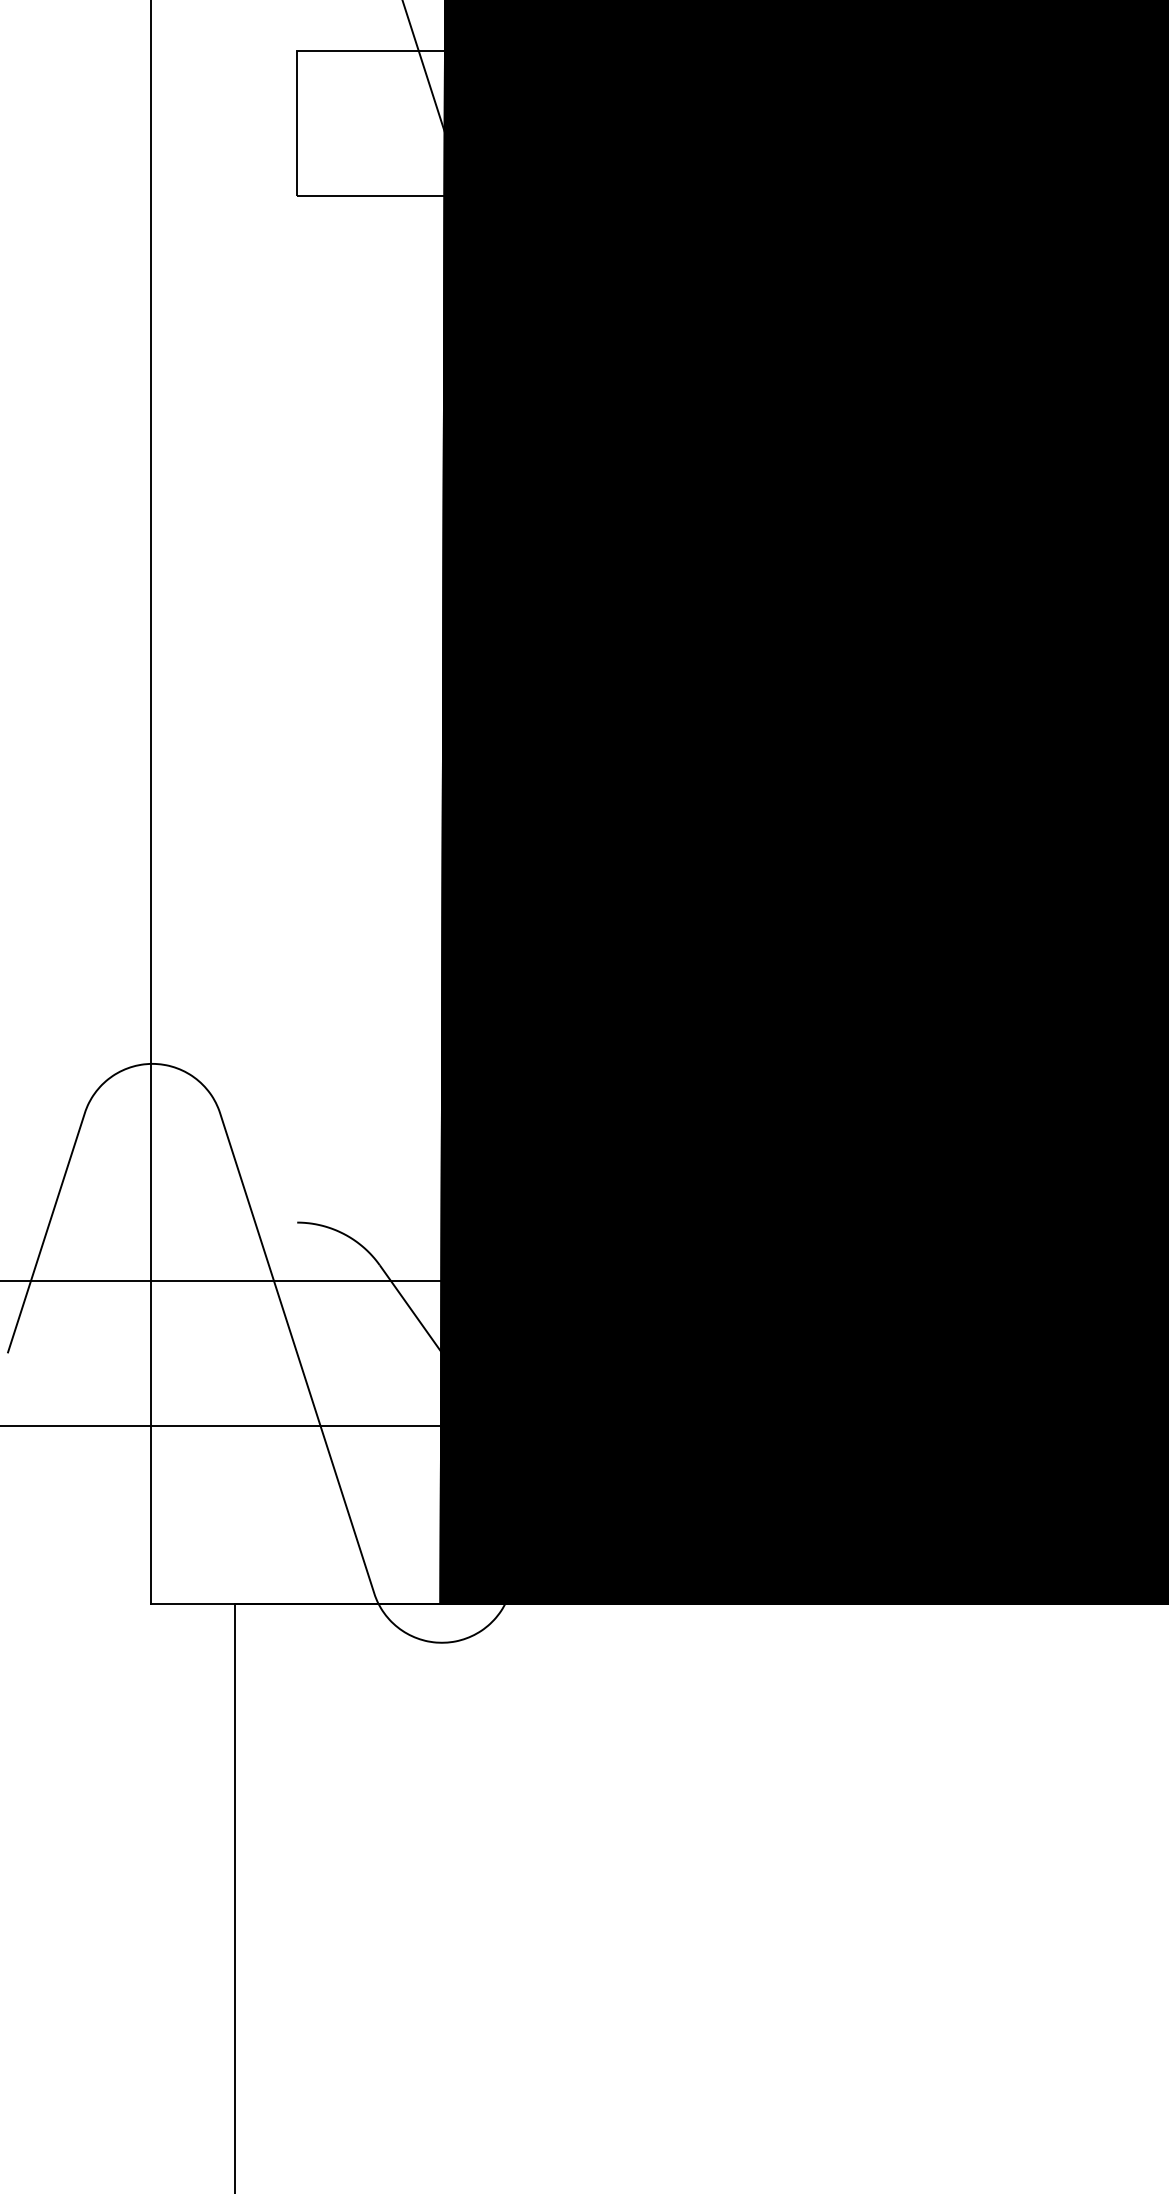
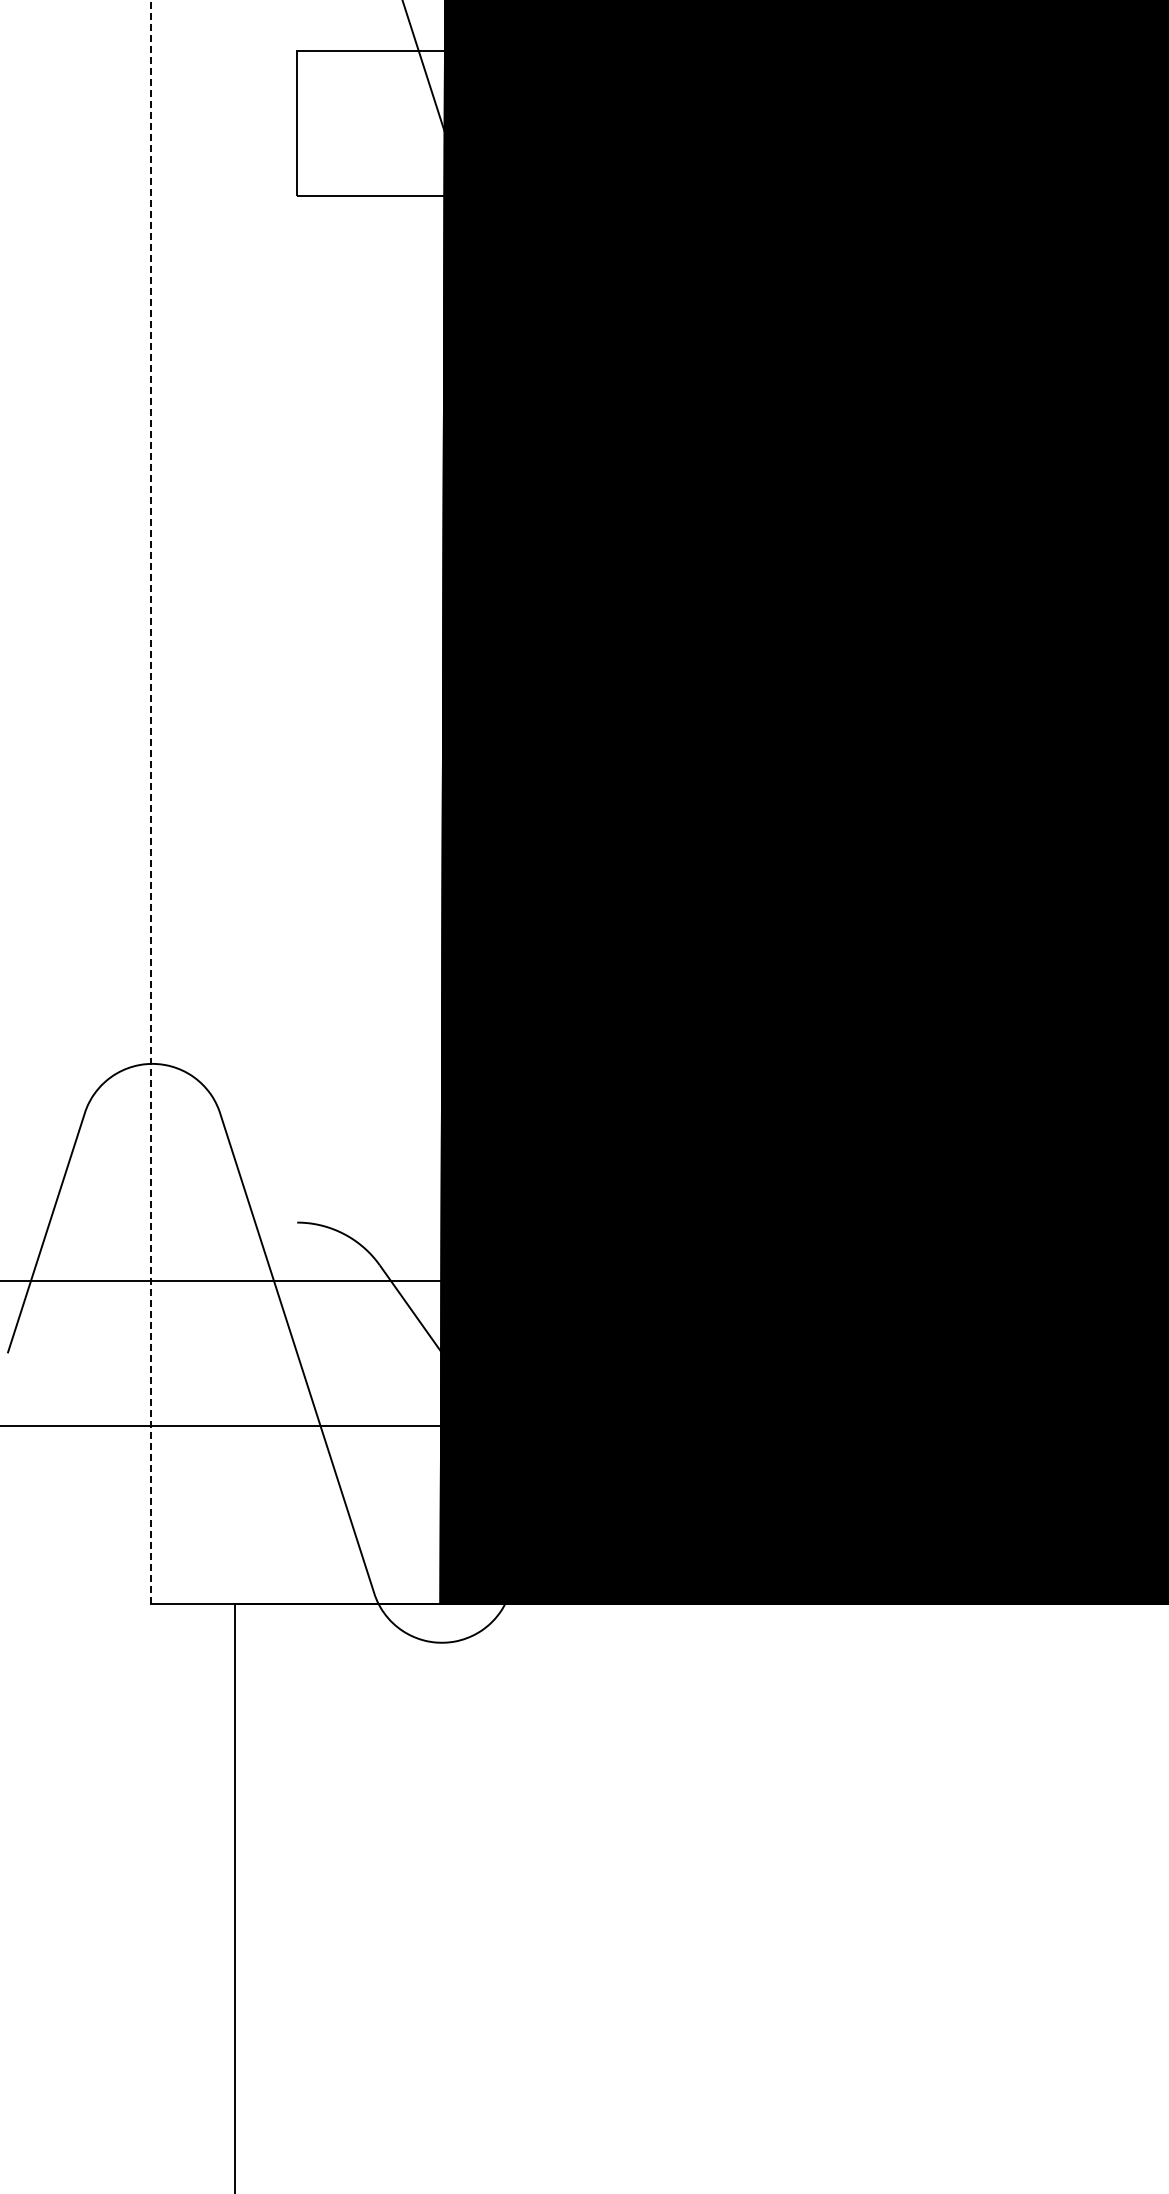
line at (151, 801): solid -> dashed
